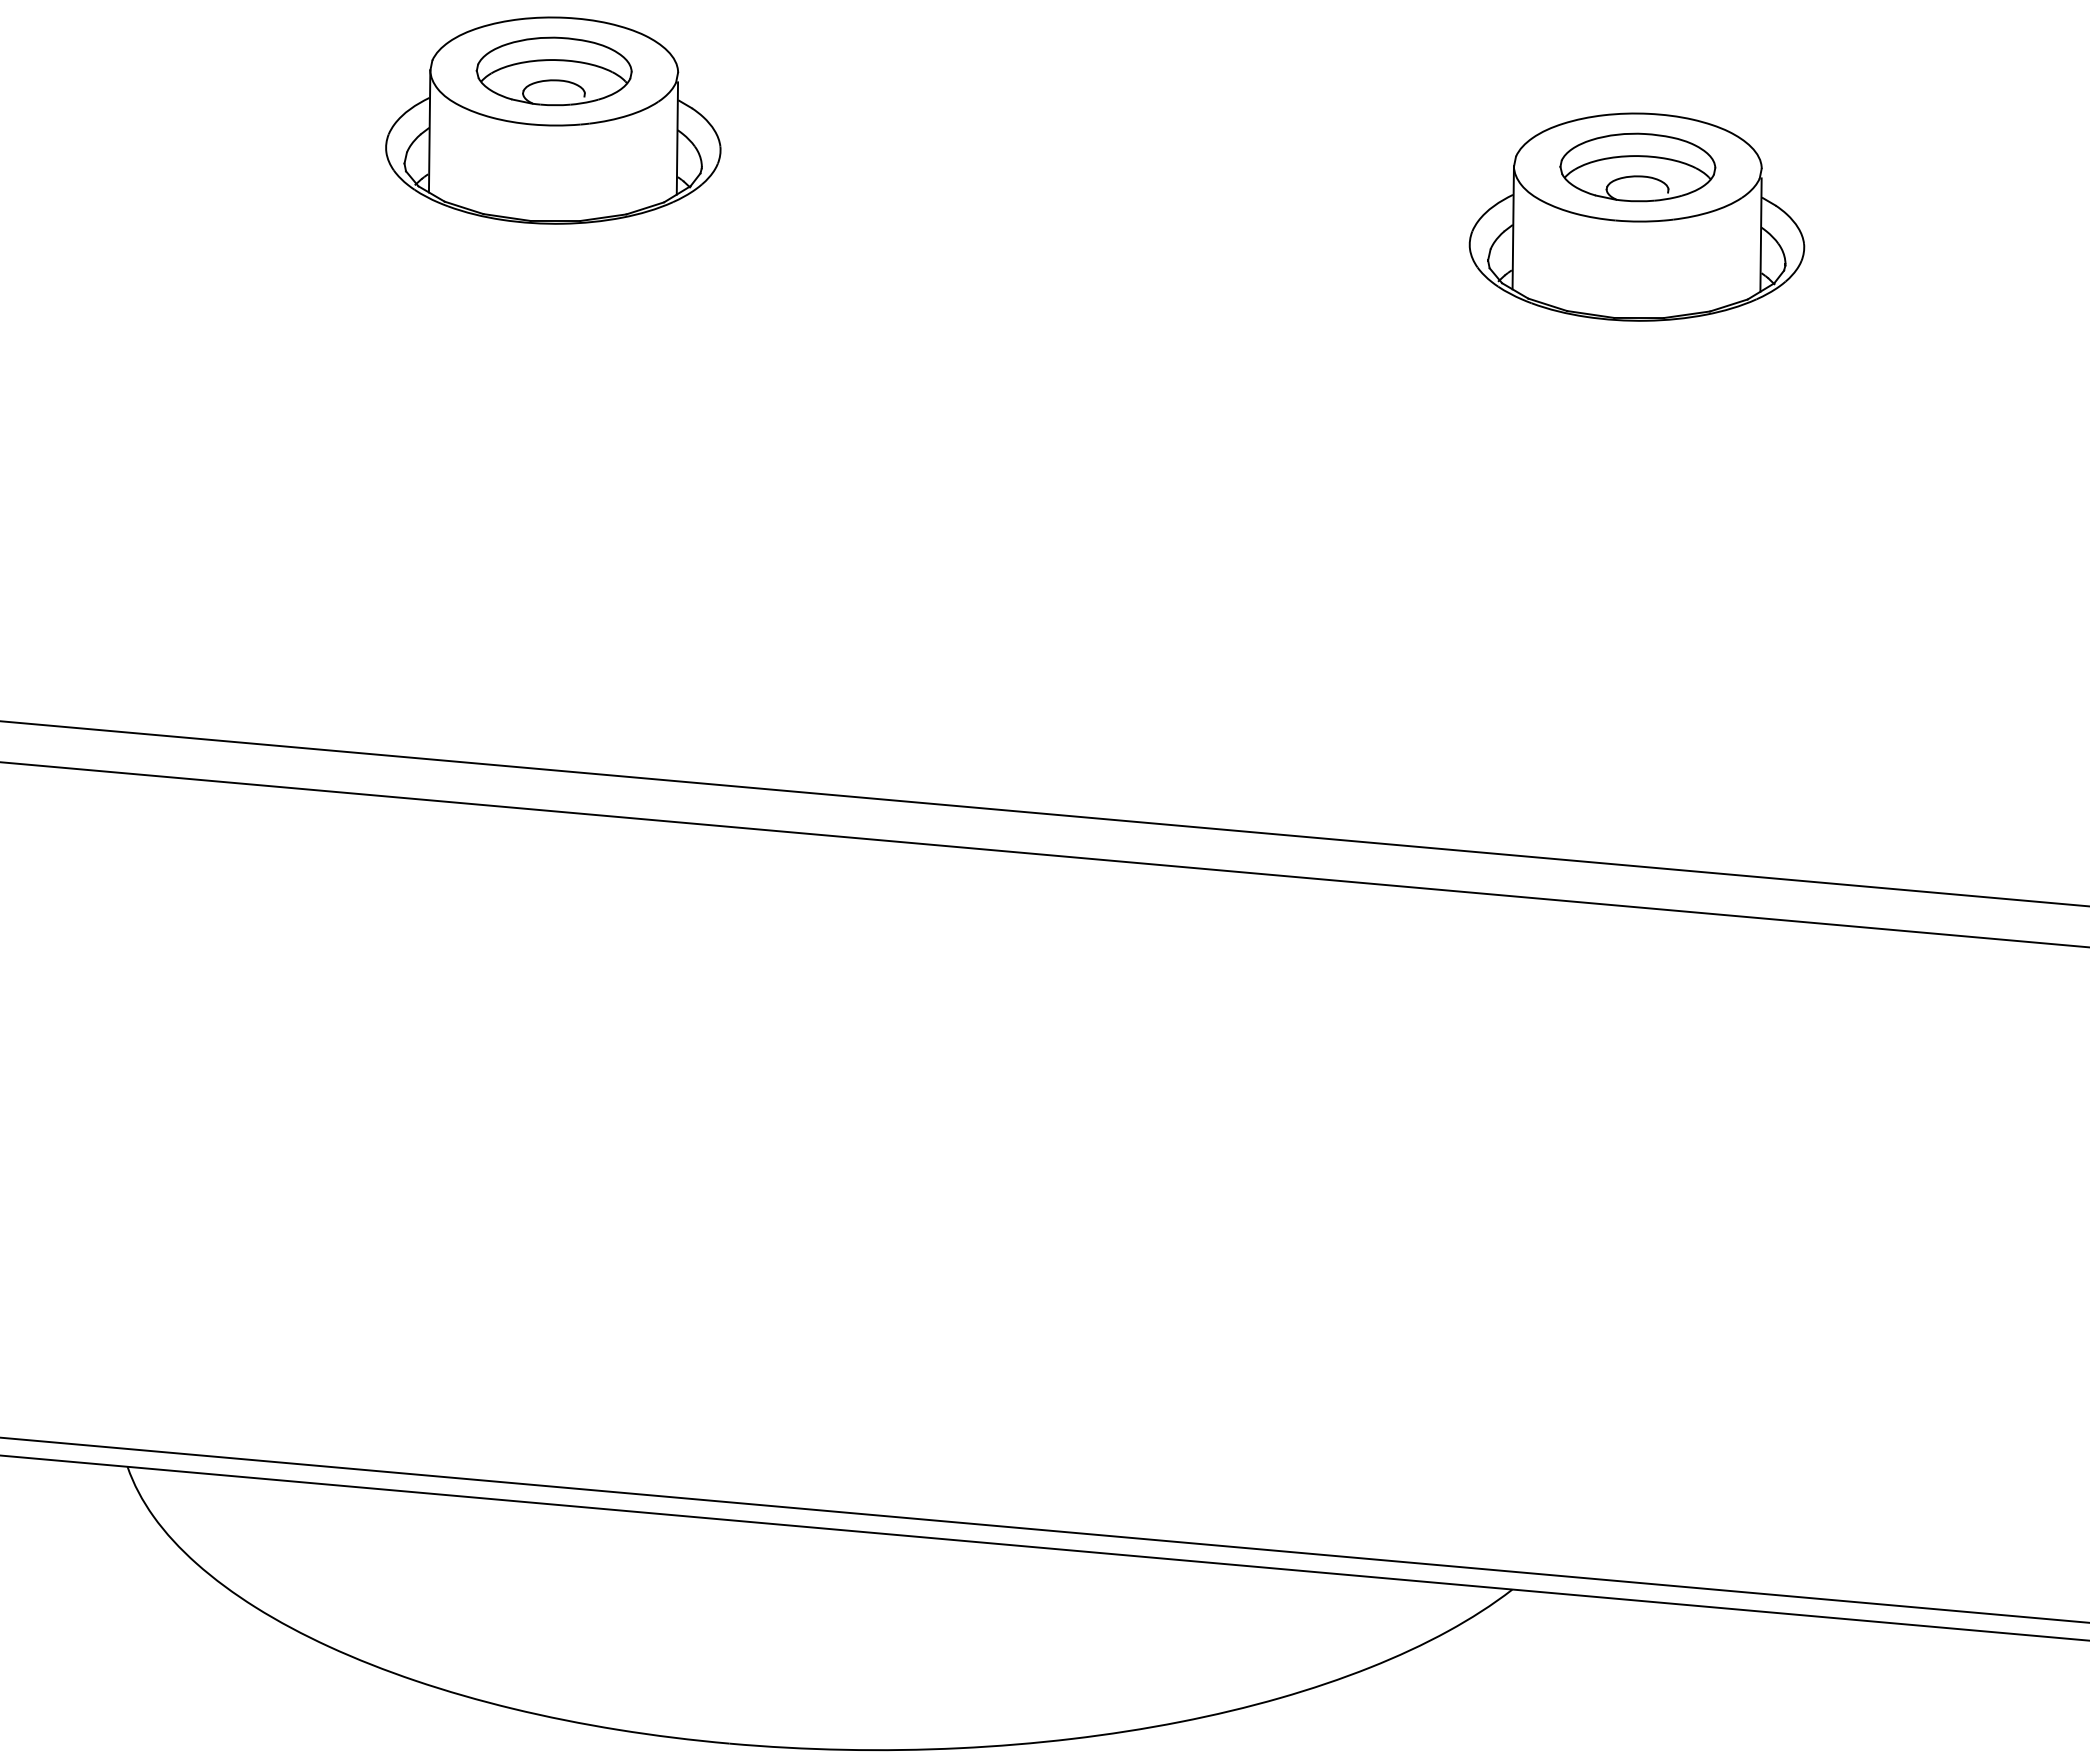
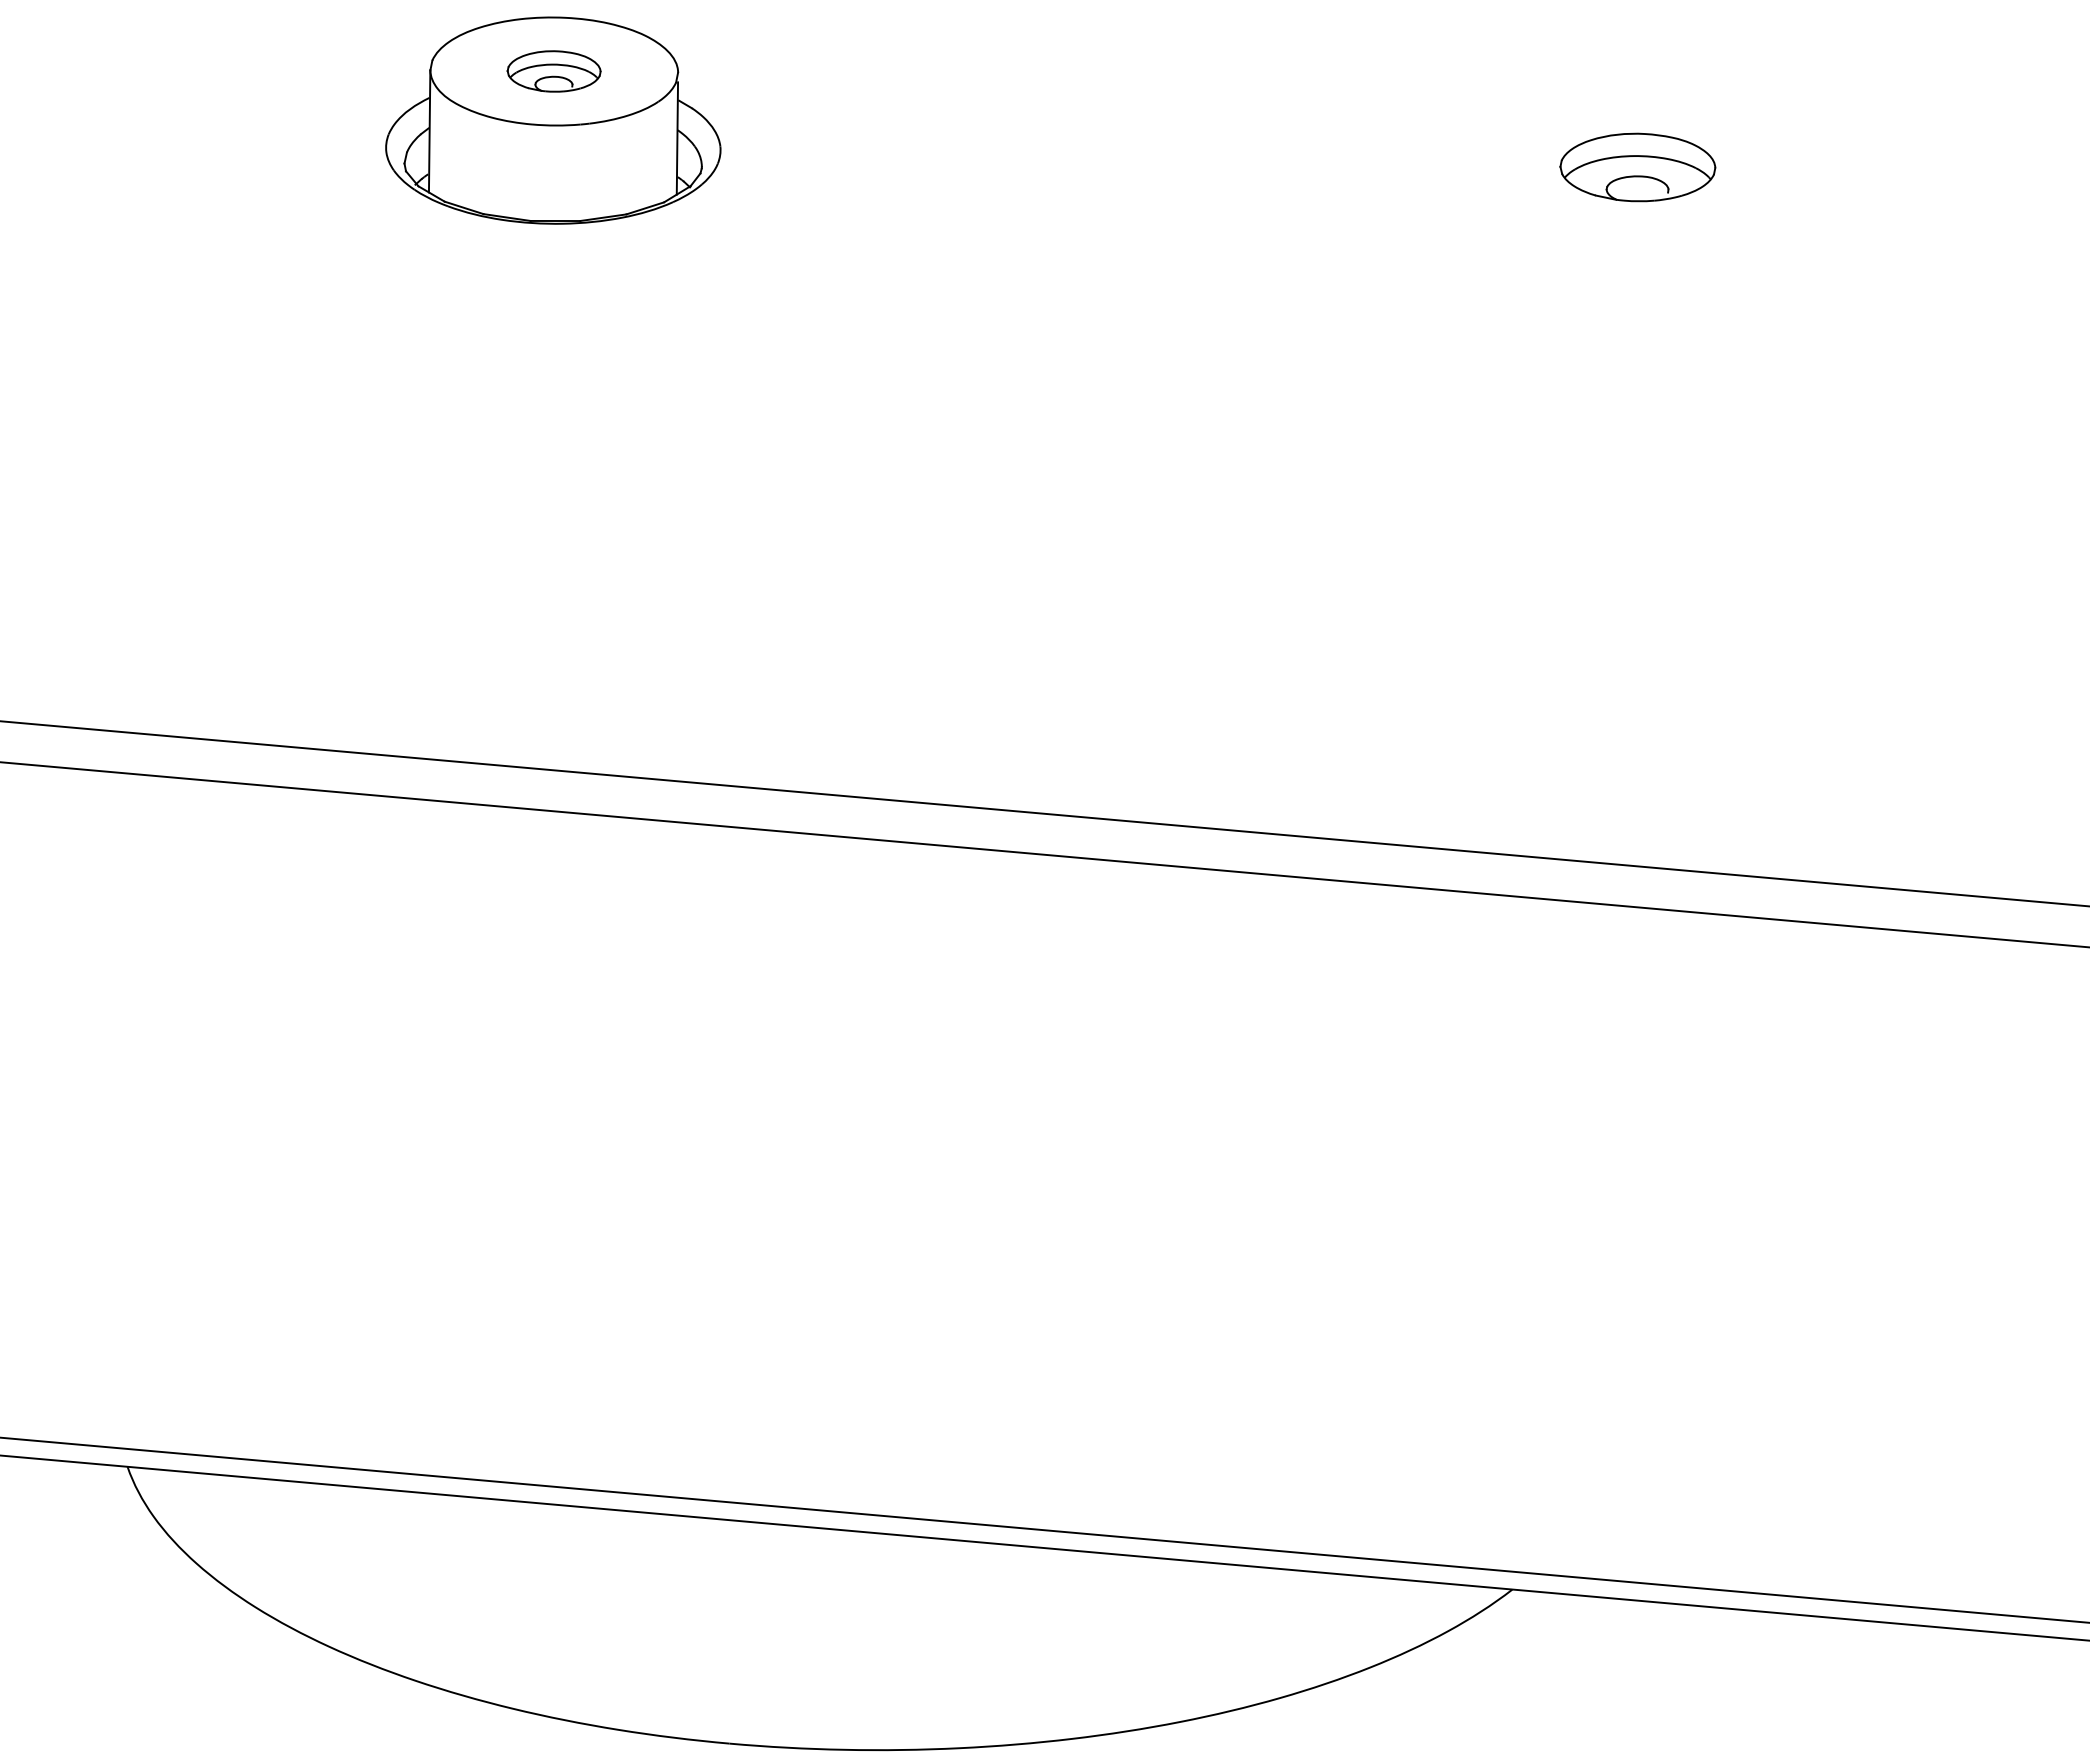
part at (553, 71) size: 158x71 px -> 96x43 px
part at (1636, 216): present -> none
